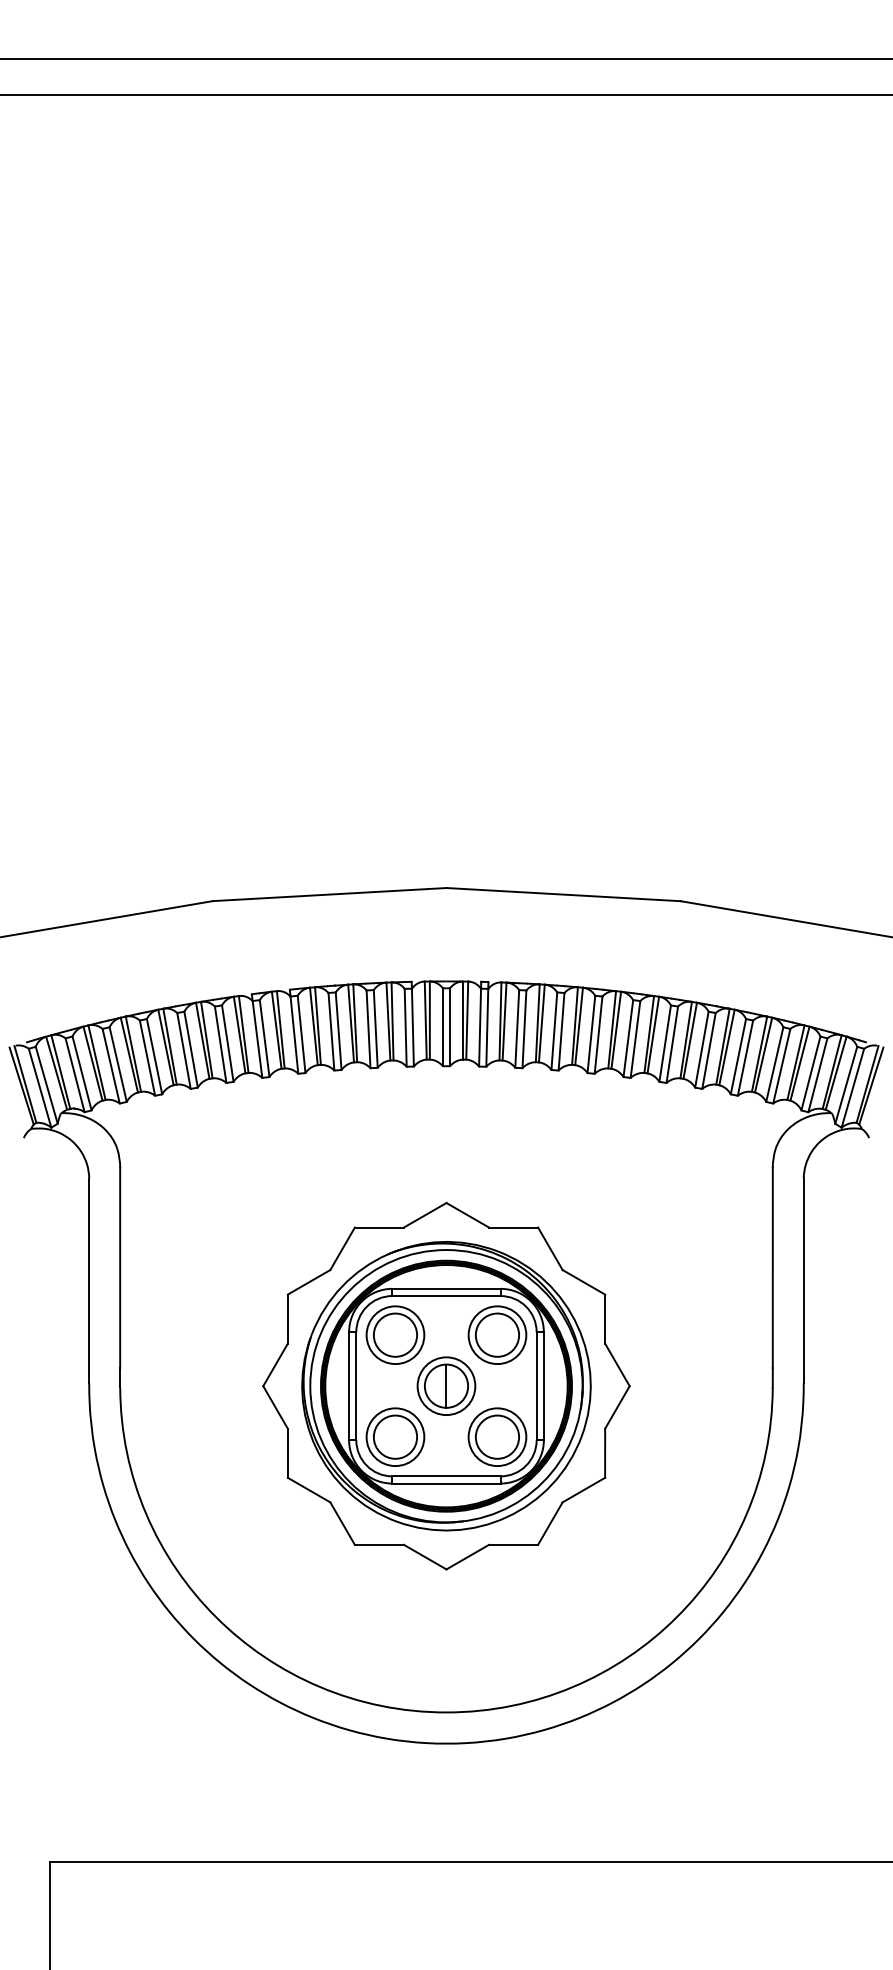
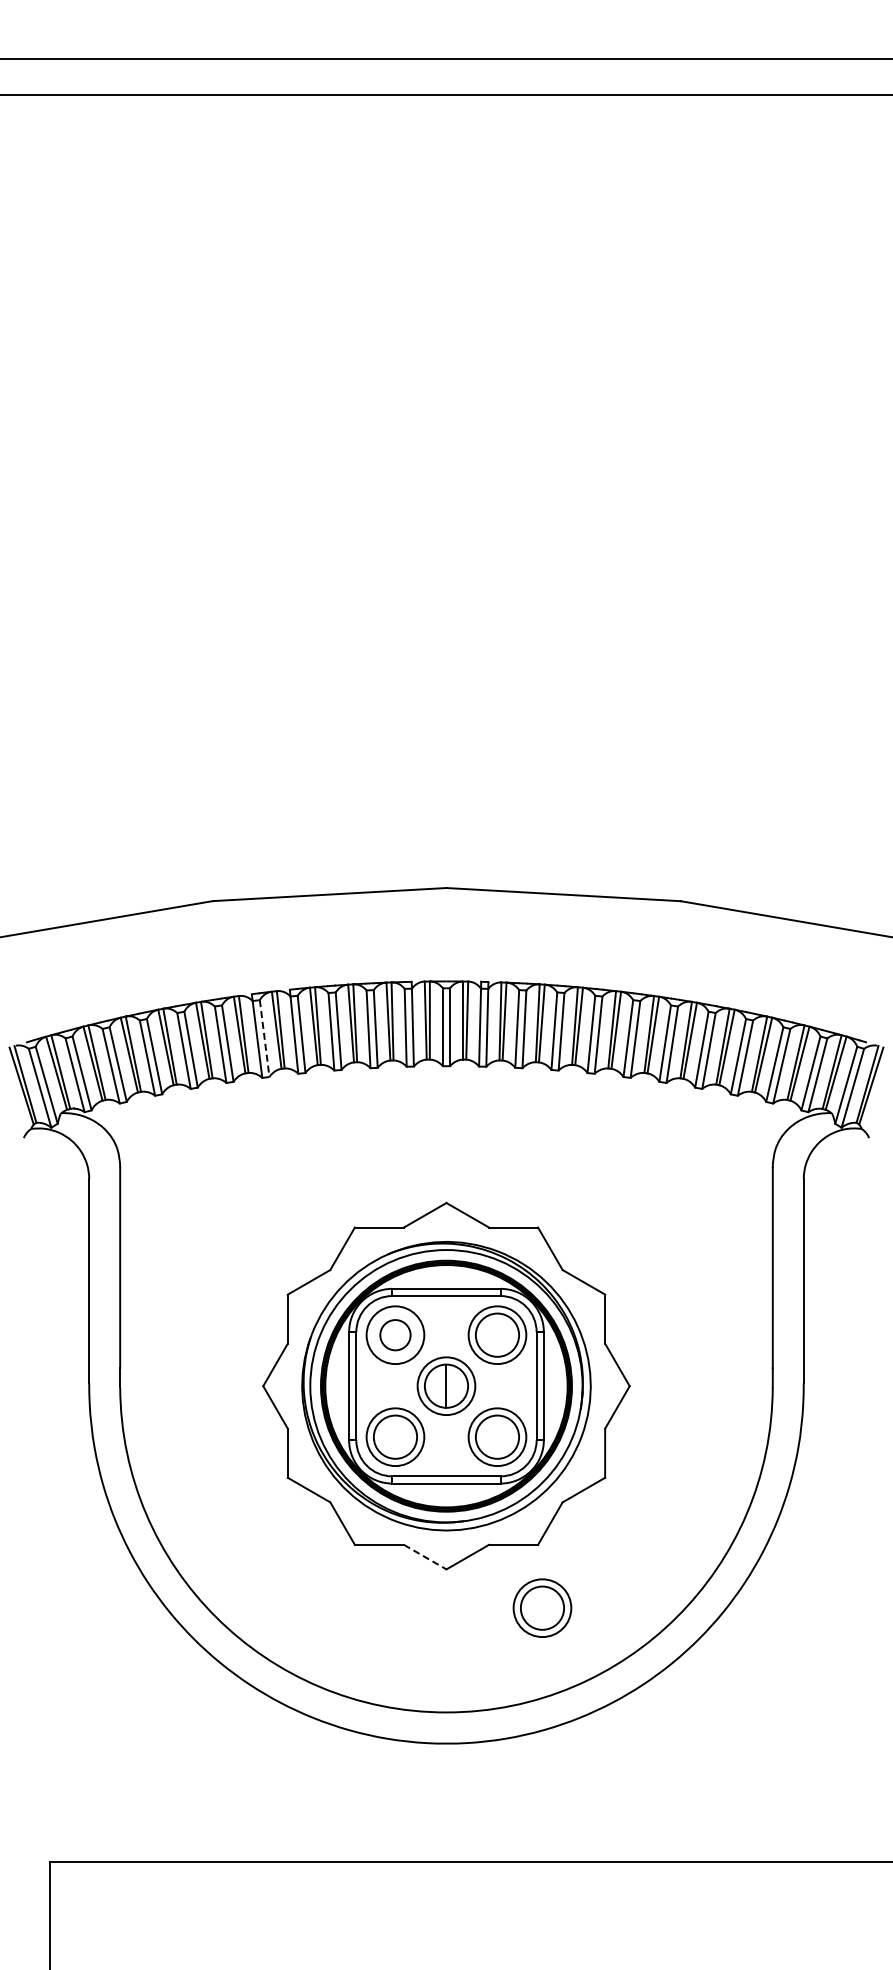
line at (264, 1038): solid -> dashed
circle at (395, 1334) diameter: 43 px -> 30 px
line at (425, 1557): solid -> dashed
part at (542, 1607): none -> present
